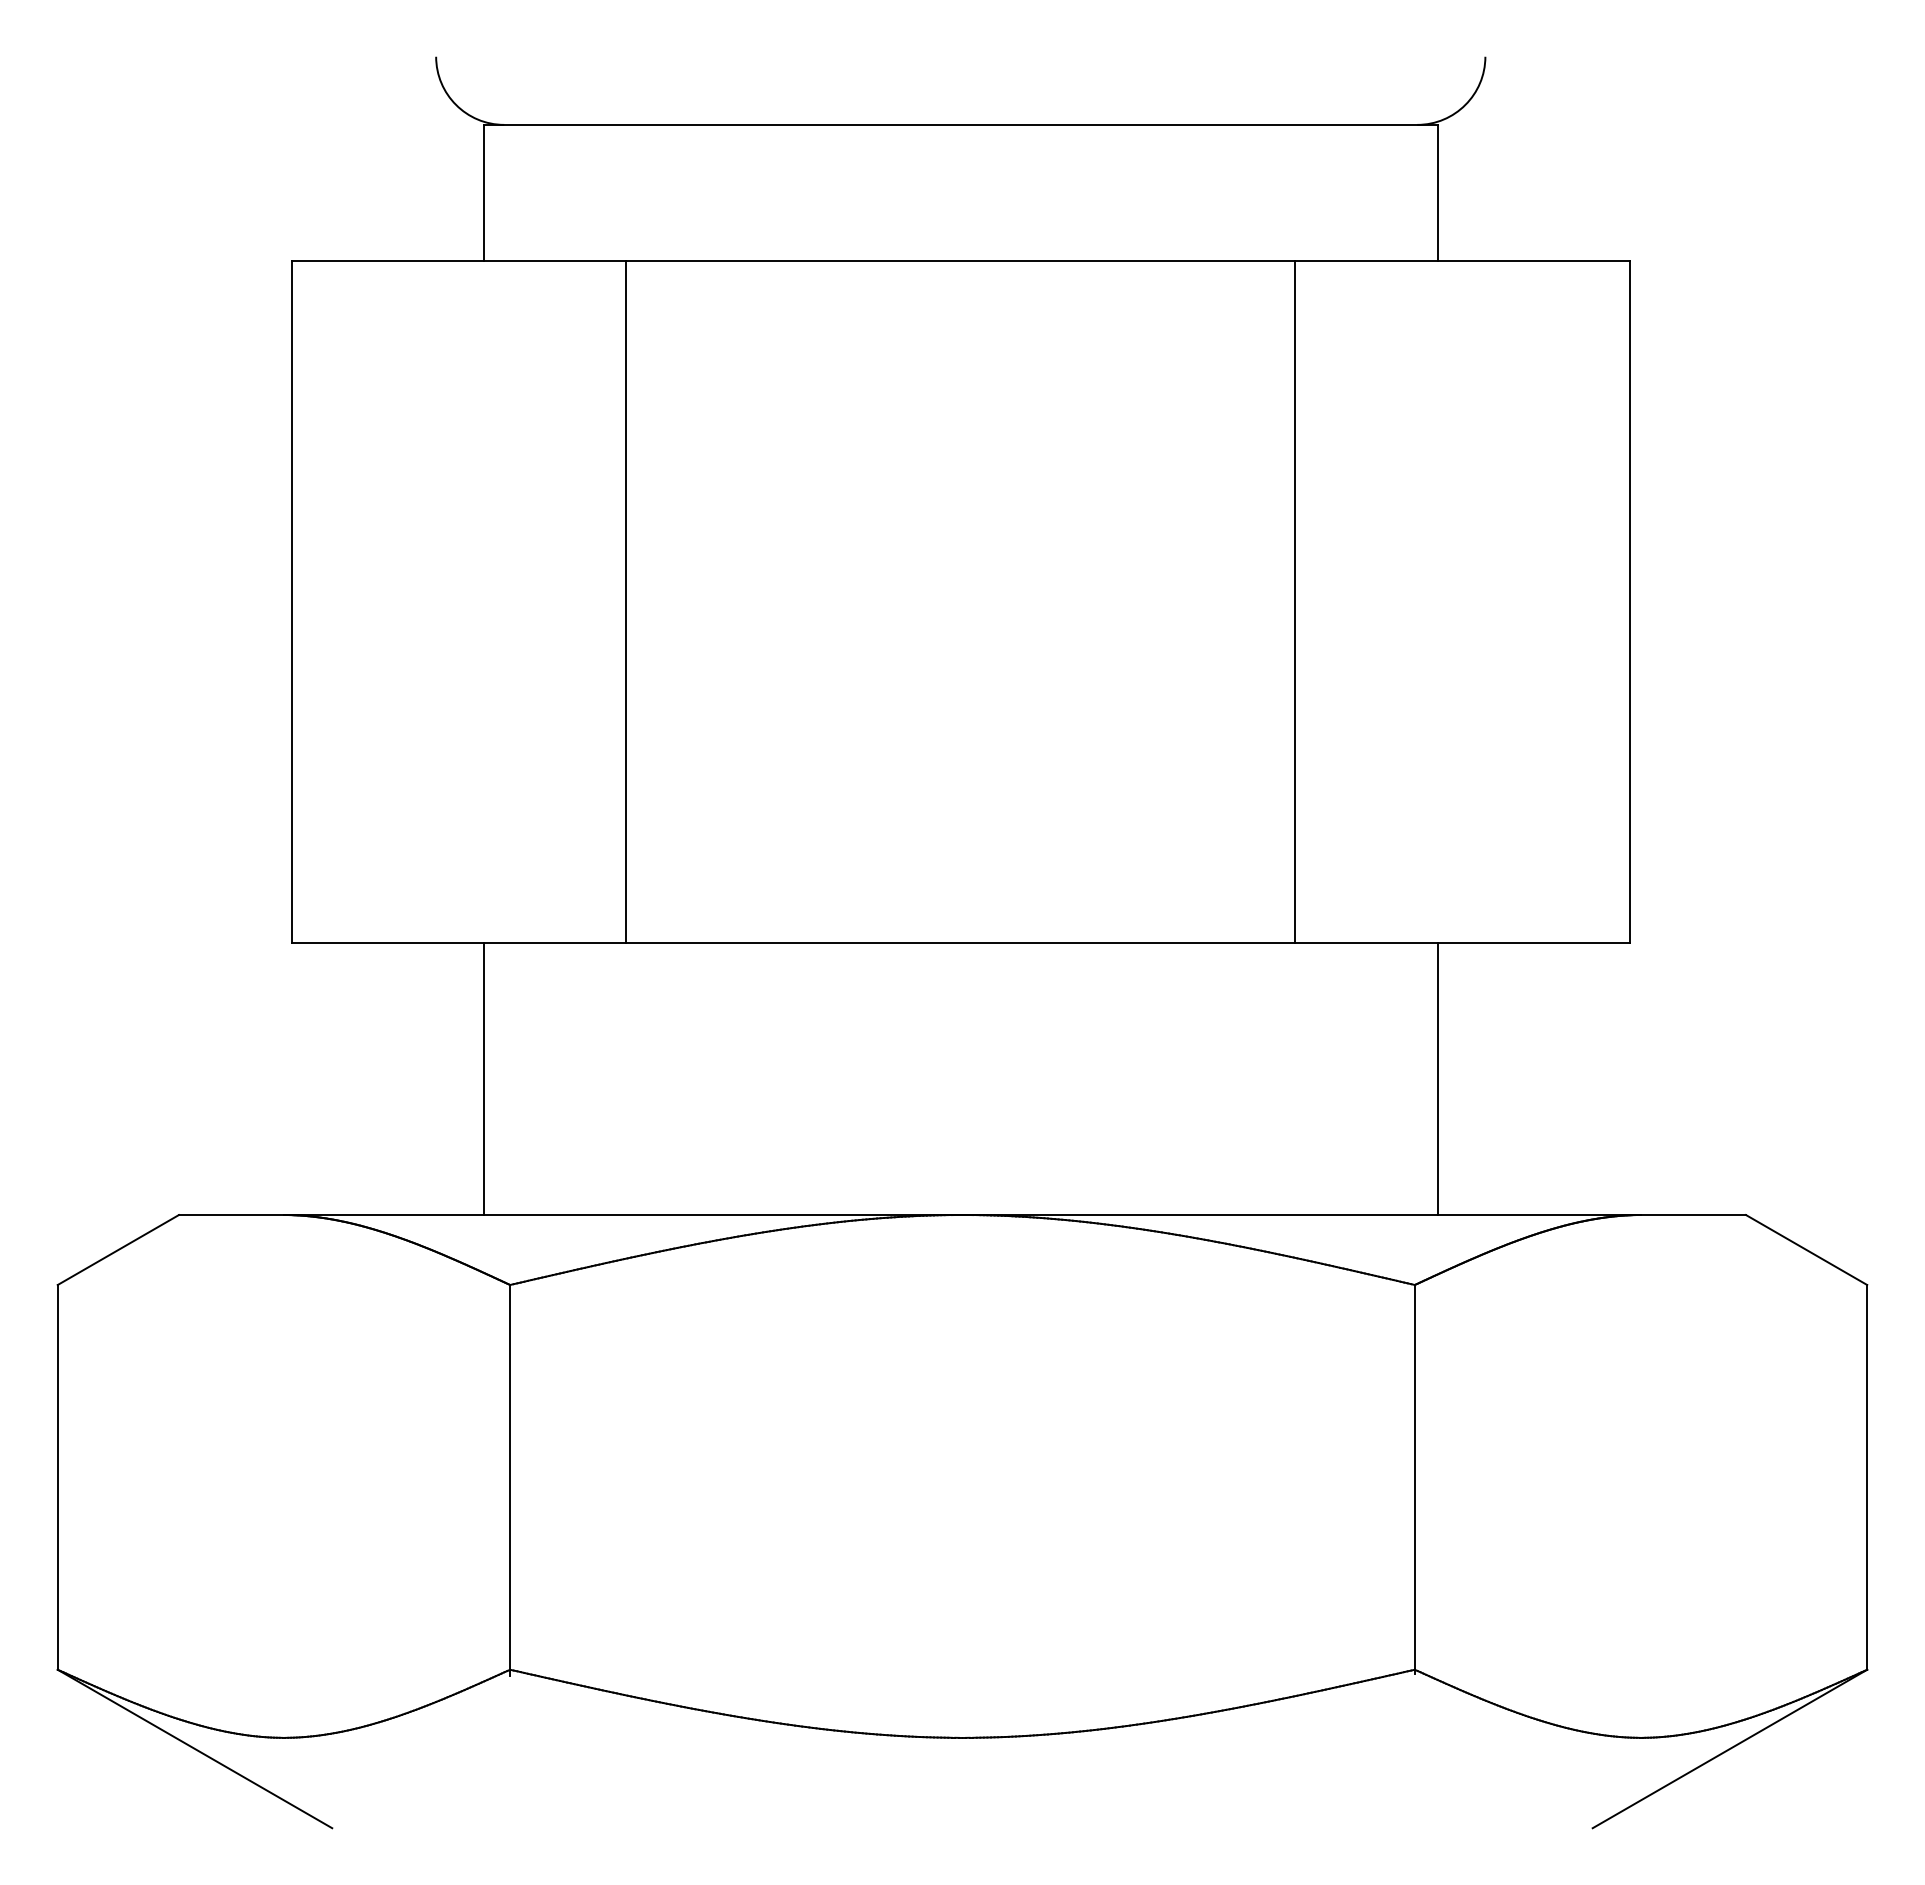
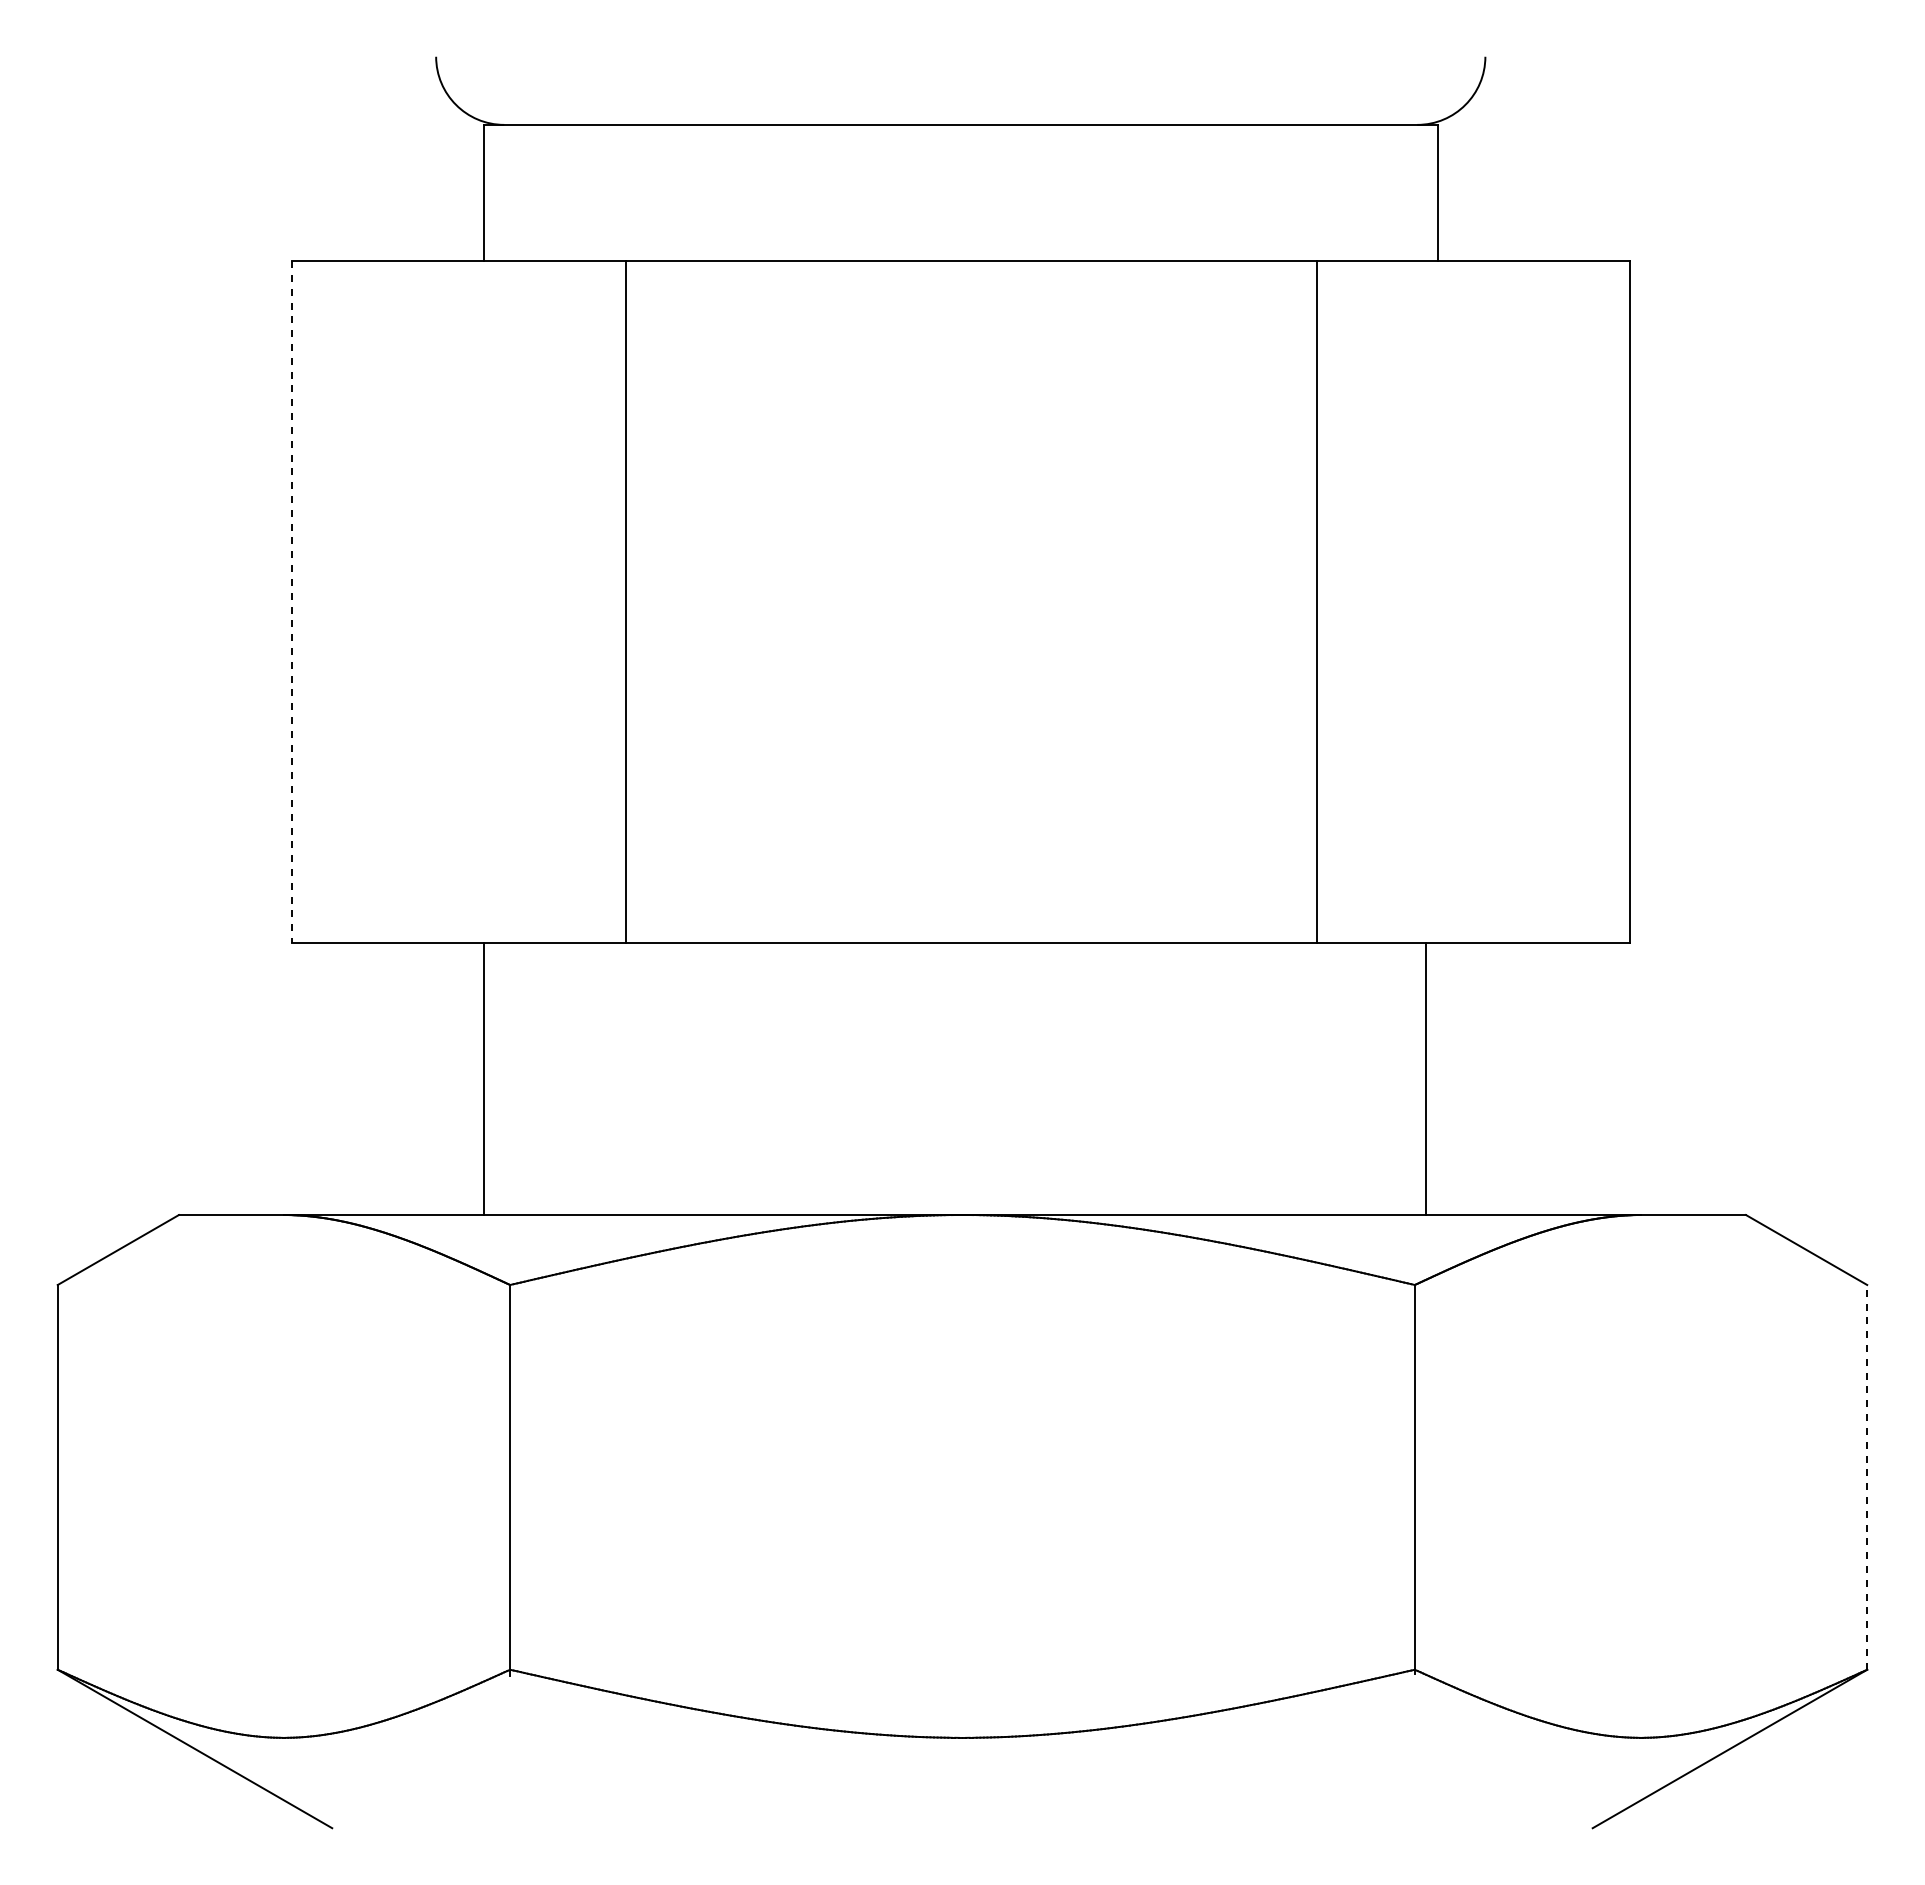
line at (292, 601): solid -> dashed
line at (1295, 601) position: (1295, 601) -> (1317, 601)
line at (1437, 1078) position: (1437, 1078) -> (1425, 1078)
line at (1867, 1476): solid -> dashed
